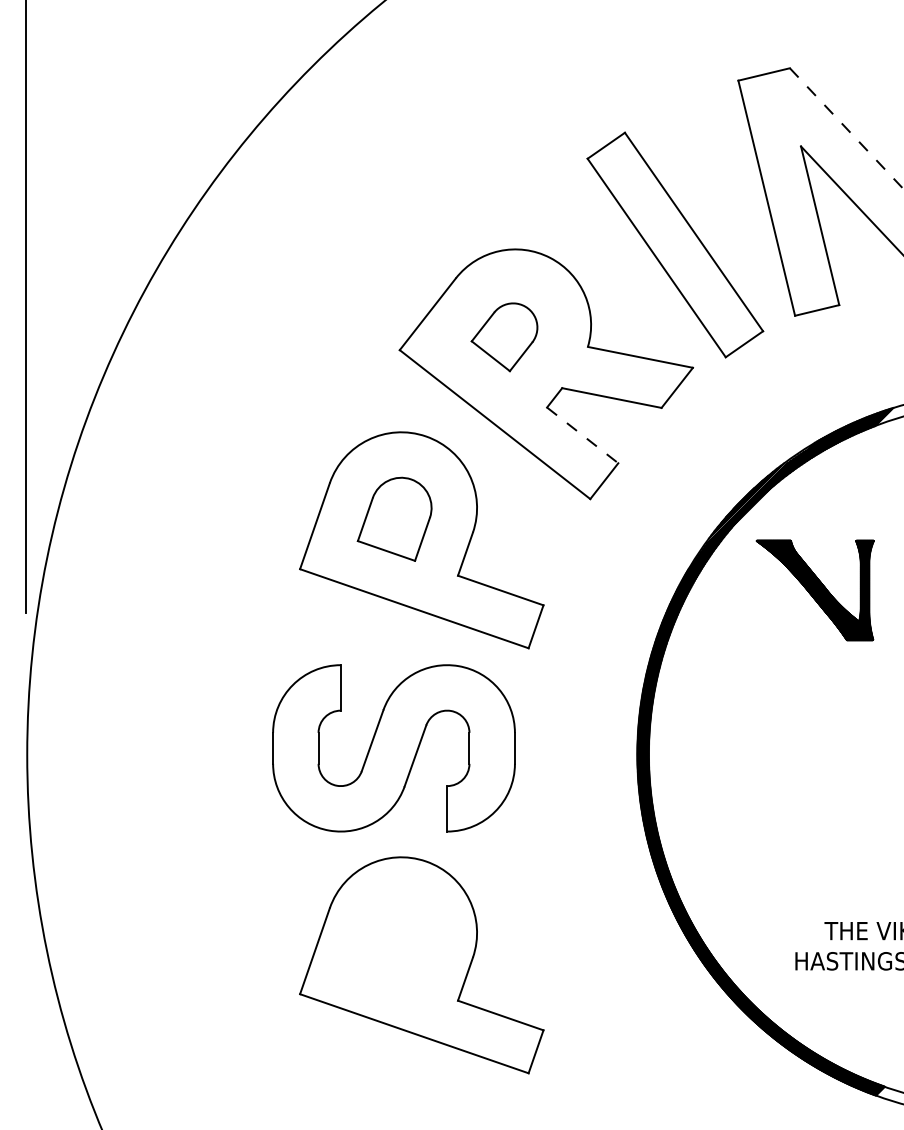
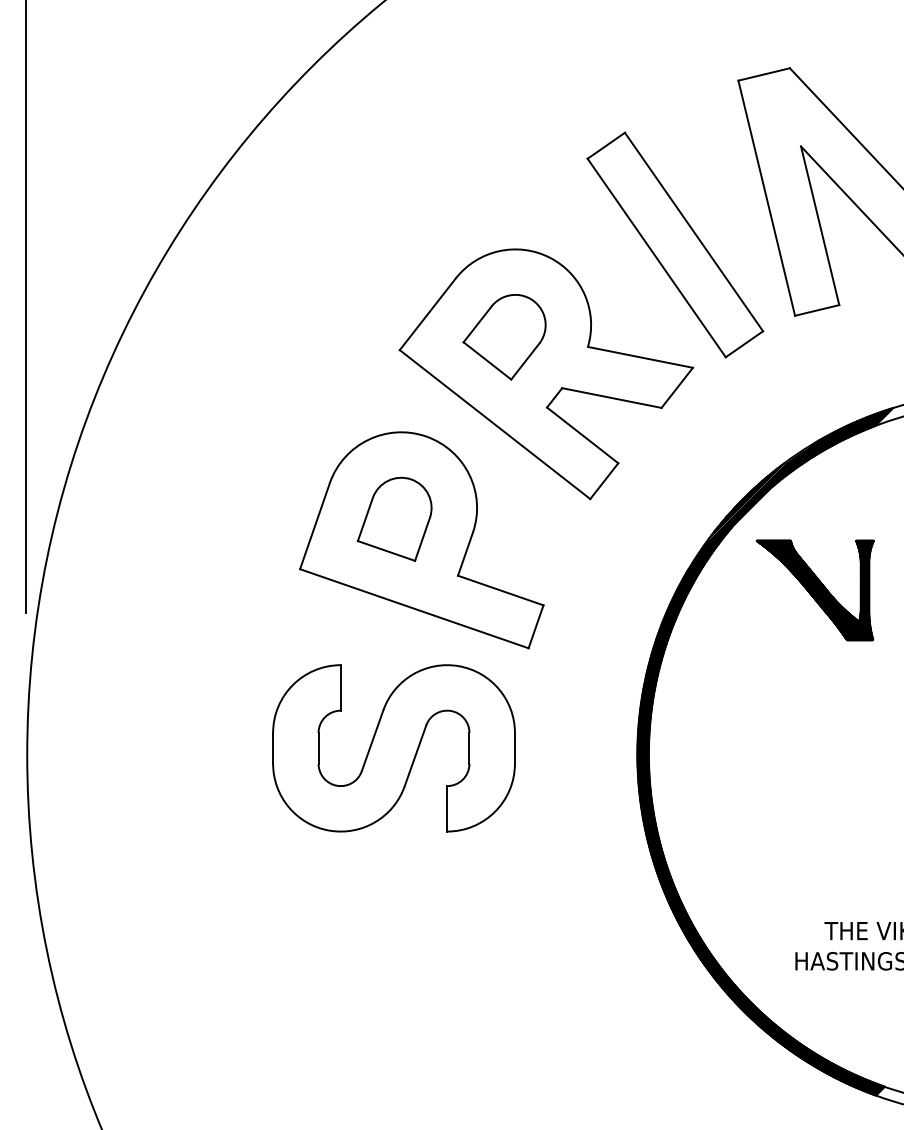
line at (846, 128): dashed -> solid
part at (504, 337) size: 69x71 px -> 85x87 px
line at (583, 435): dashed -> solid
part at (421, 965): present -> none
